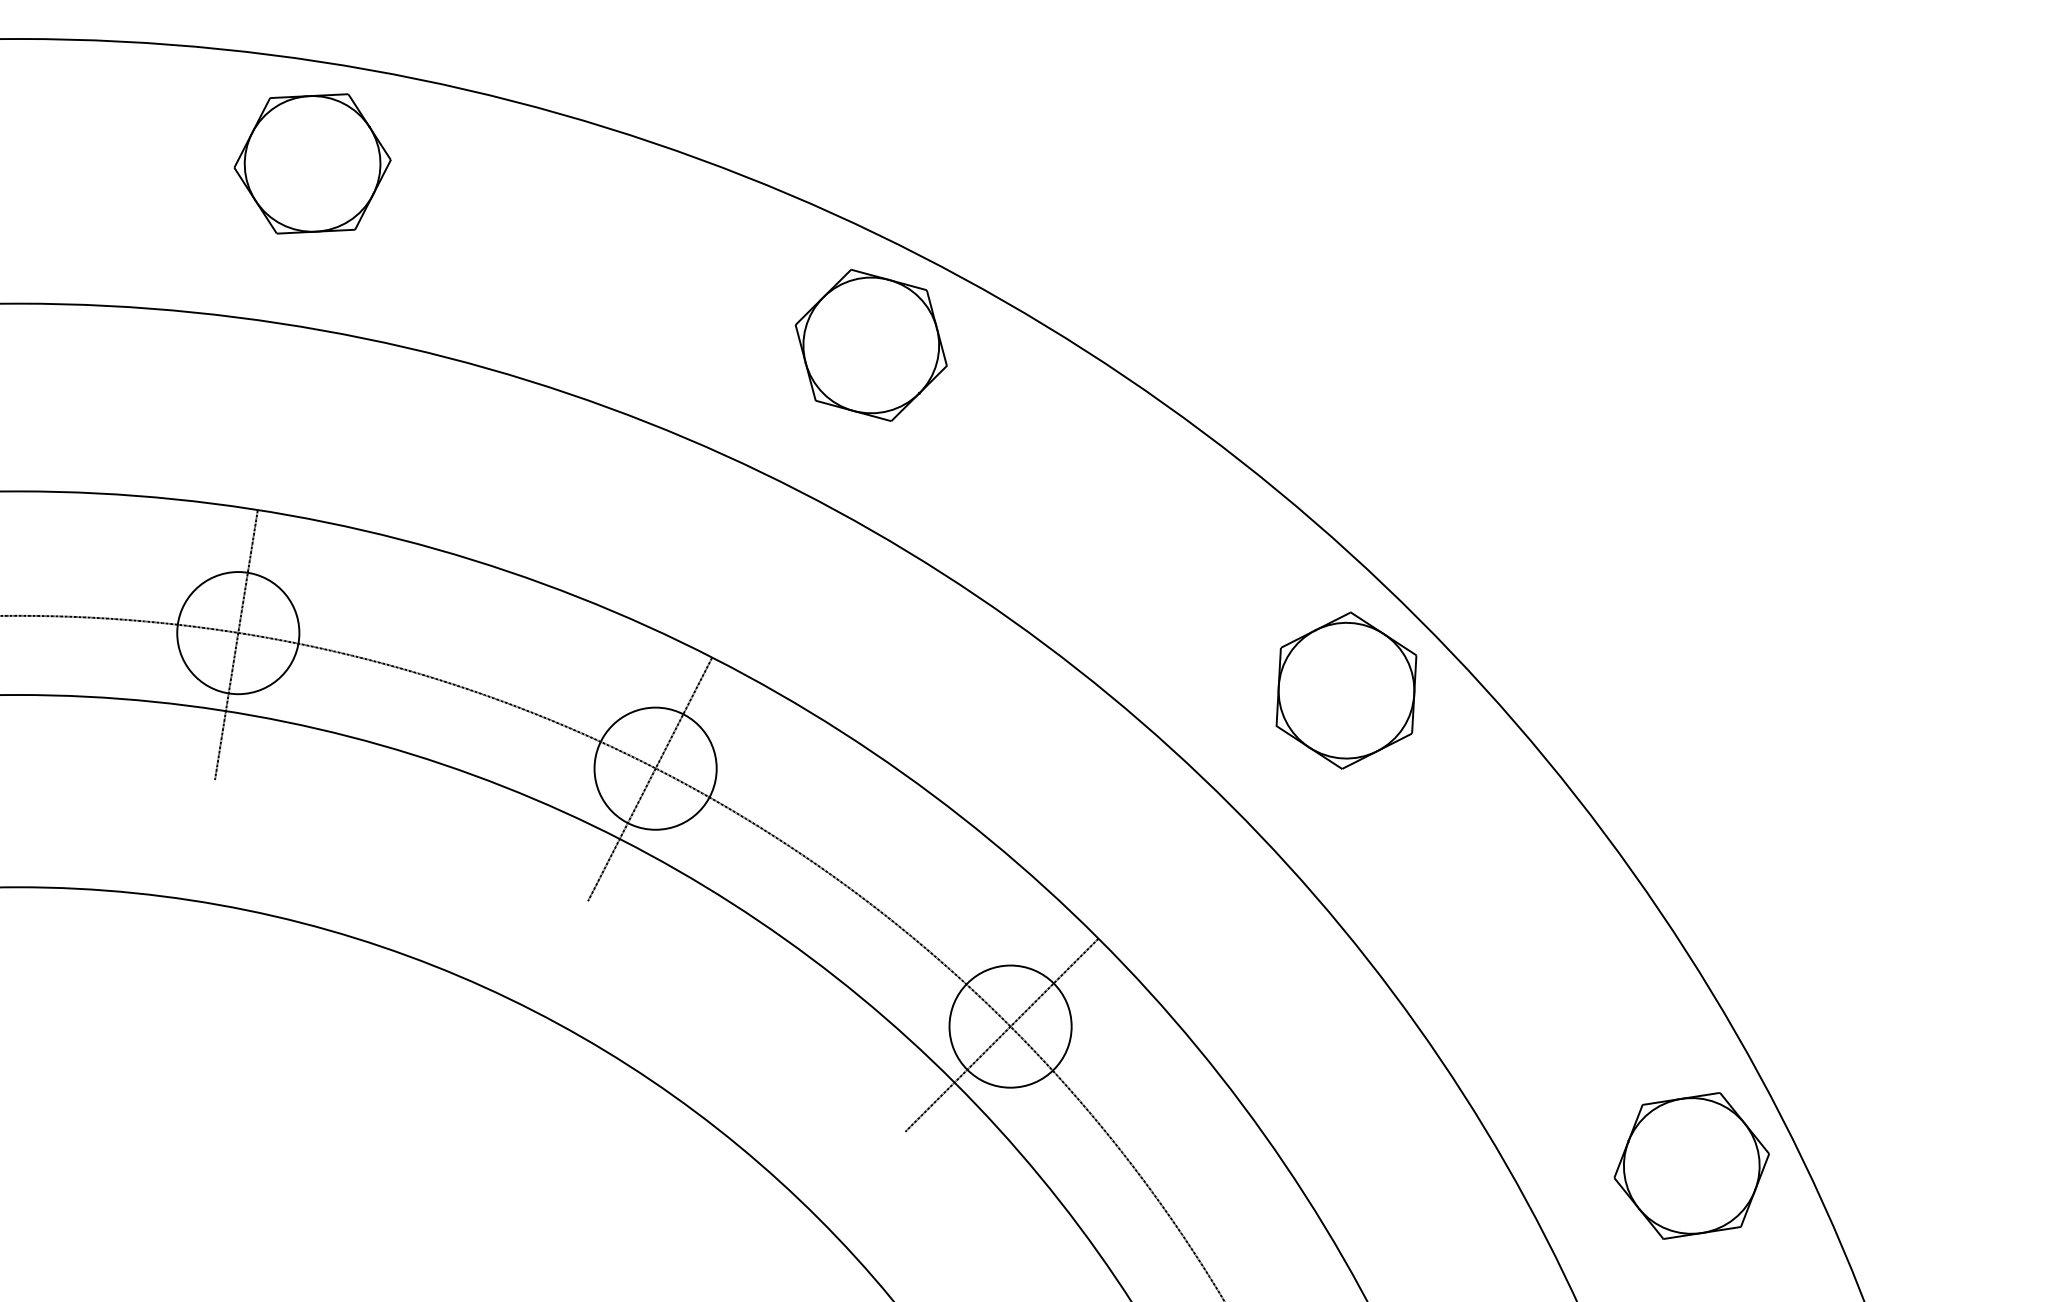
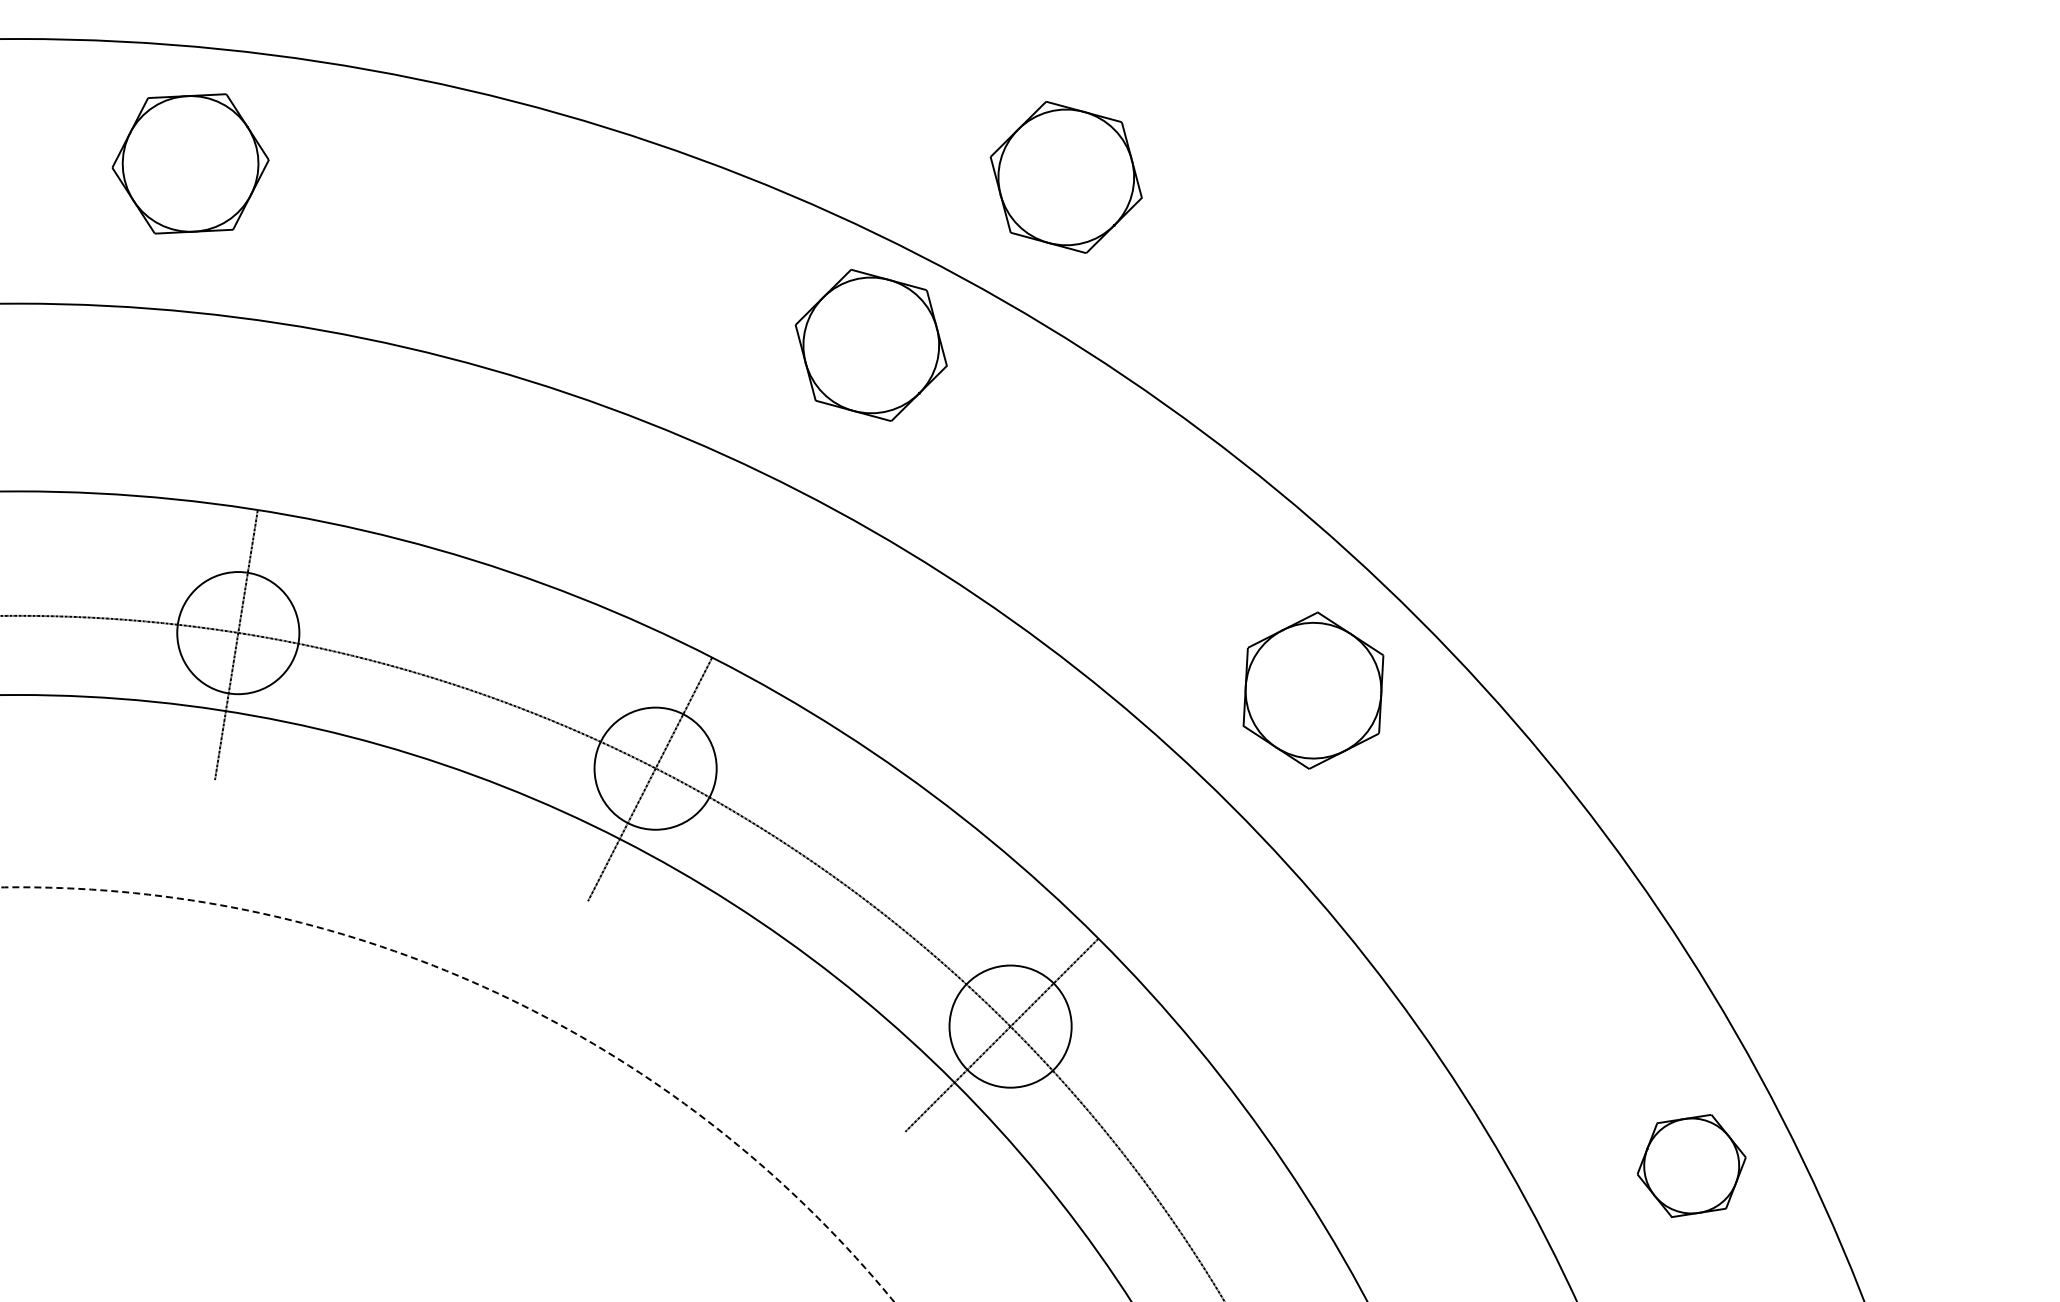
part at (312, 163) position: (312, 163) -> (190, 163)
part at (1065, 176): none -> present
part at (1346, 690) position: (1346, 690) -> (1313, 690)
circle at (447, 1094): solid -> dashed
part at (1691, 1165) size: 157x148 px -> 111x104 px
